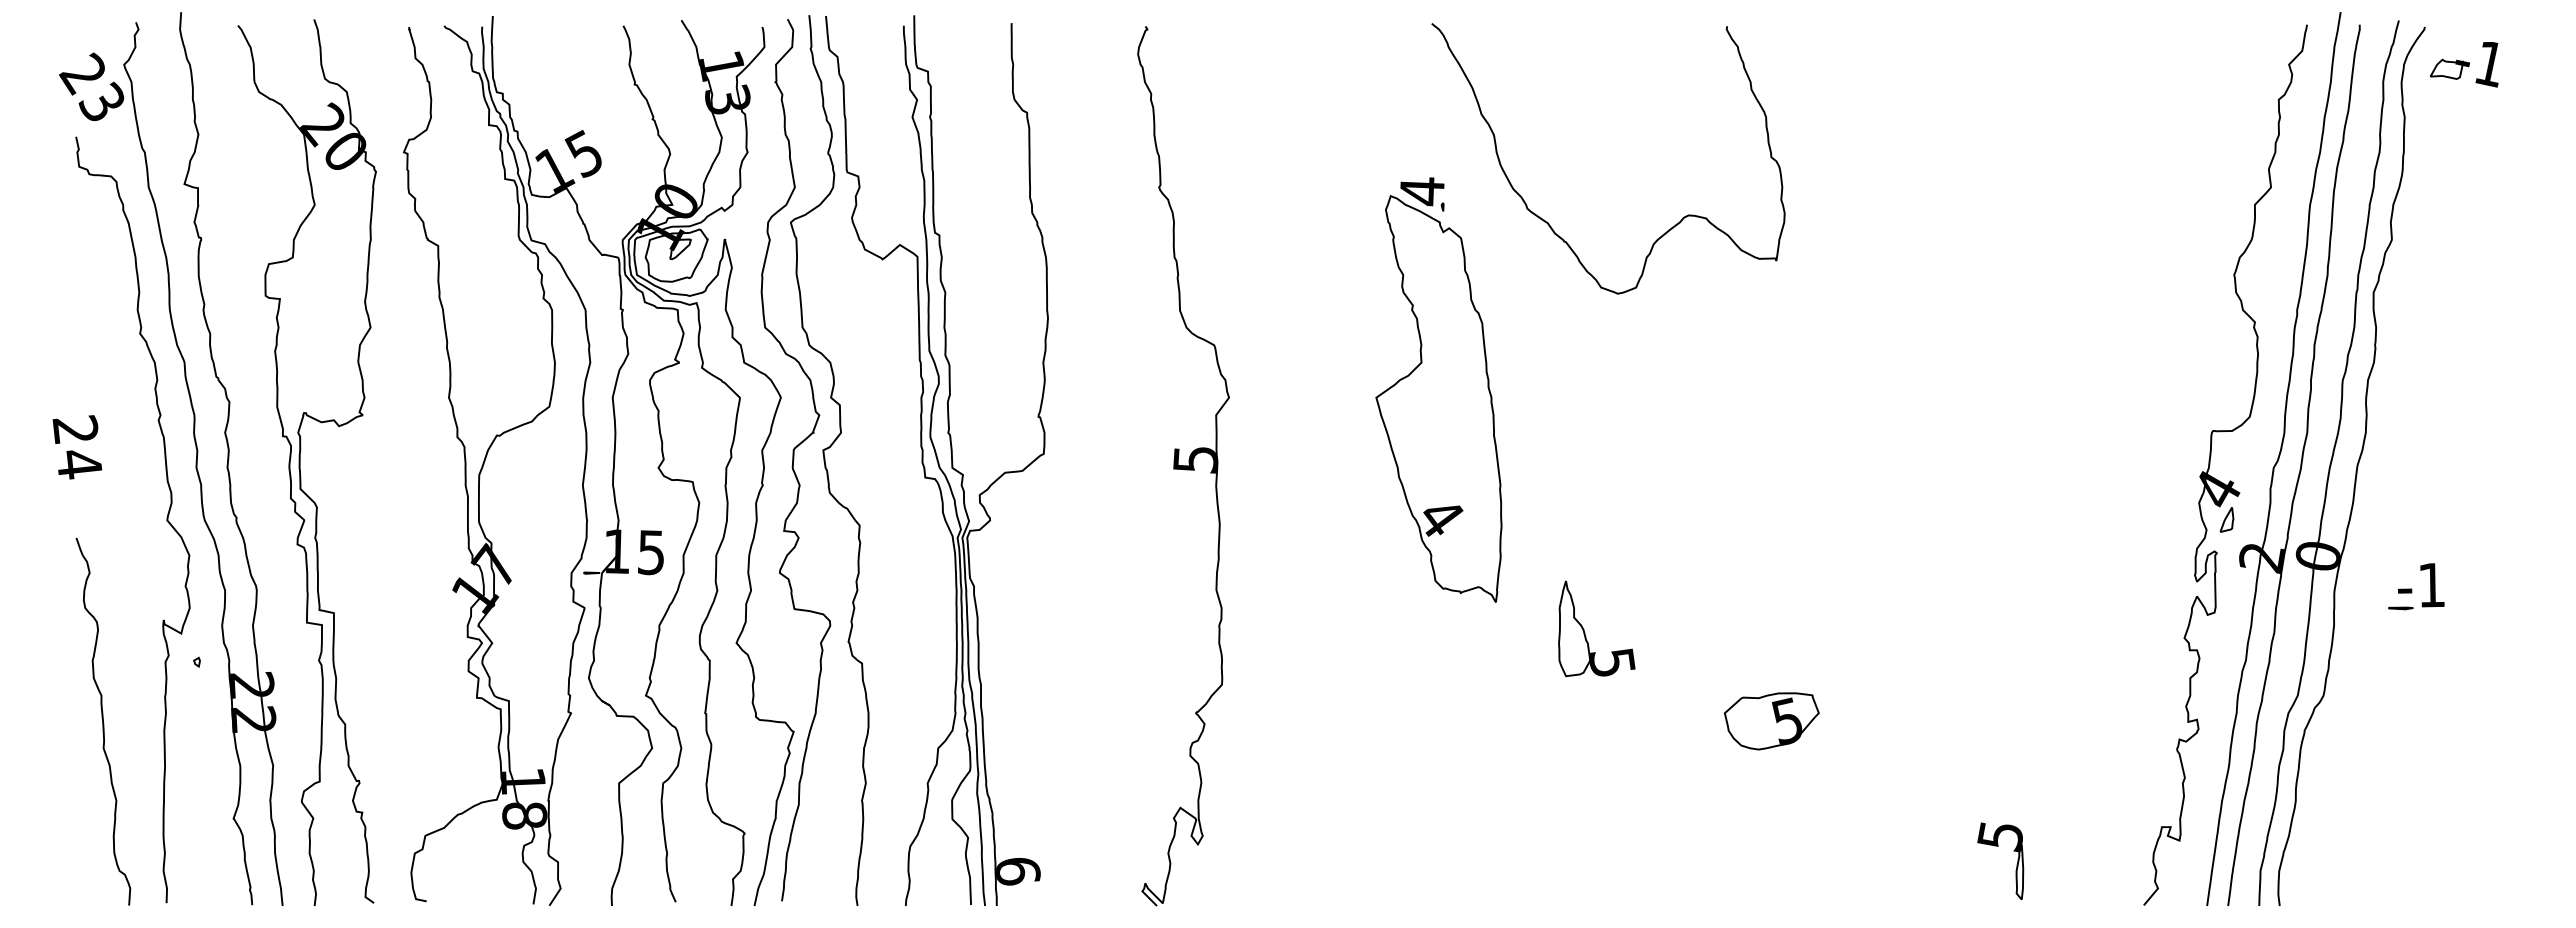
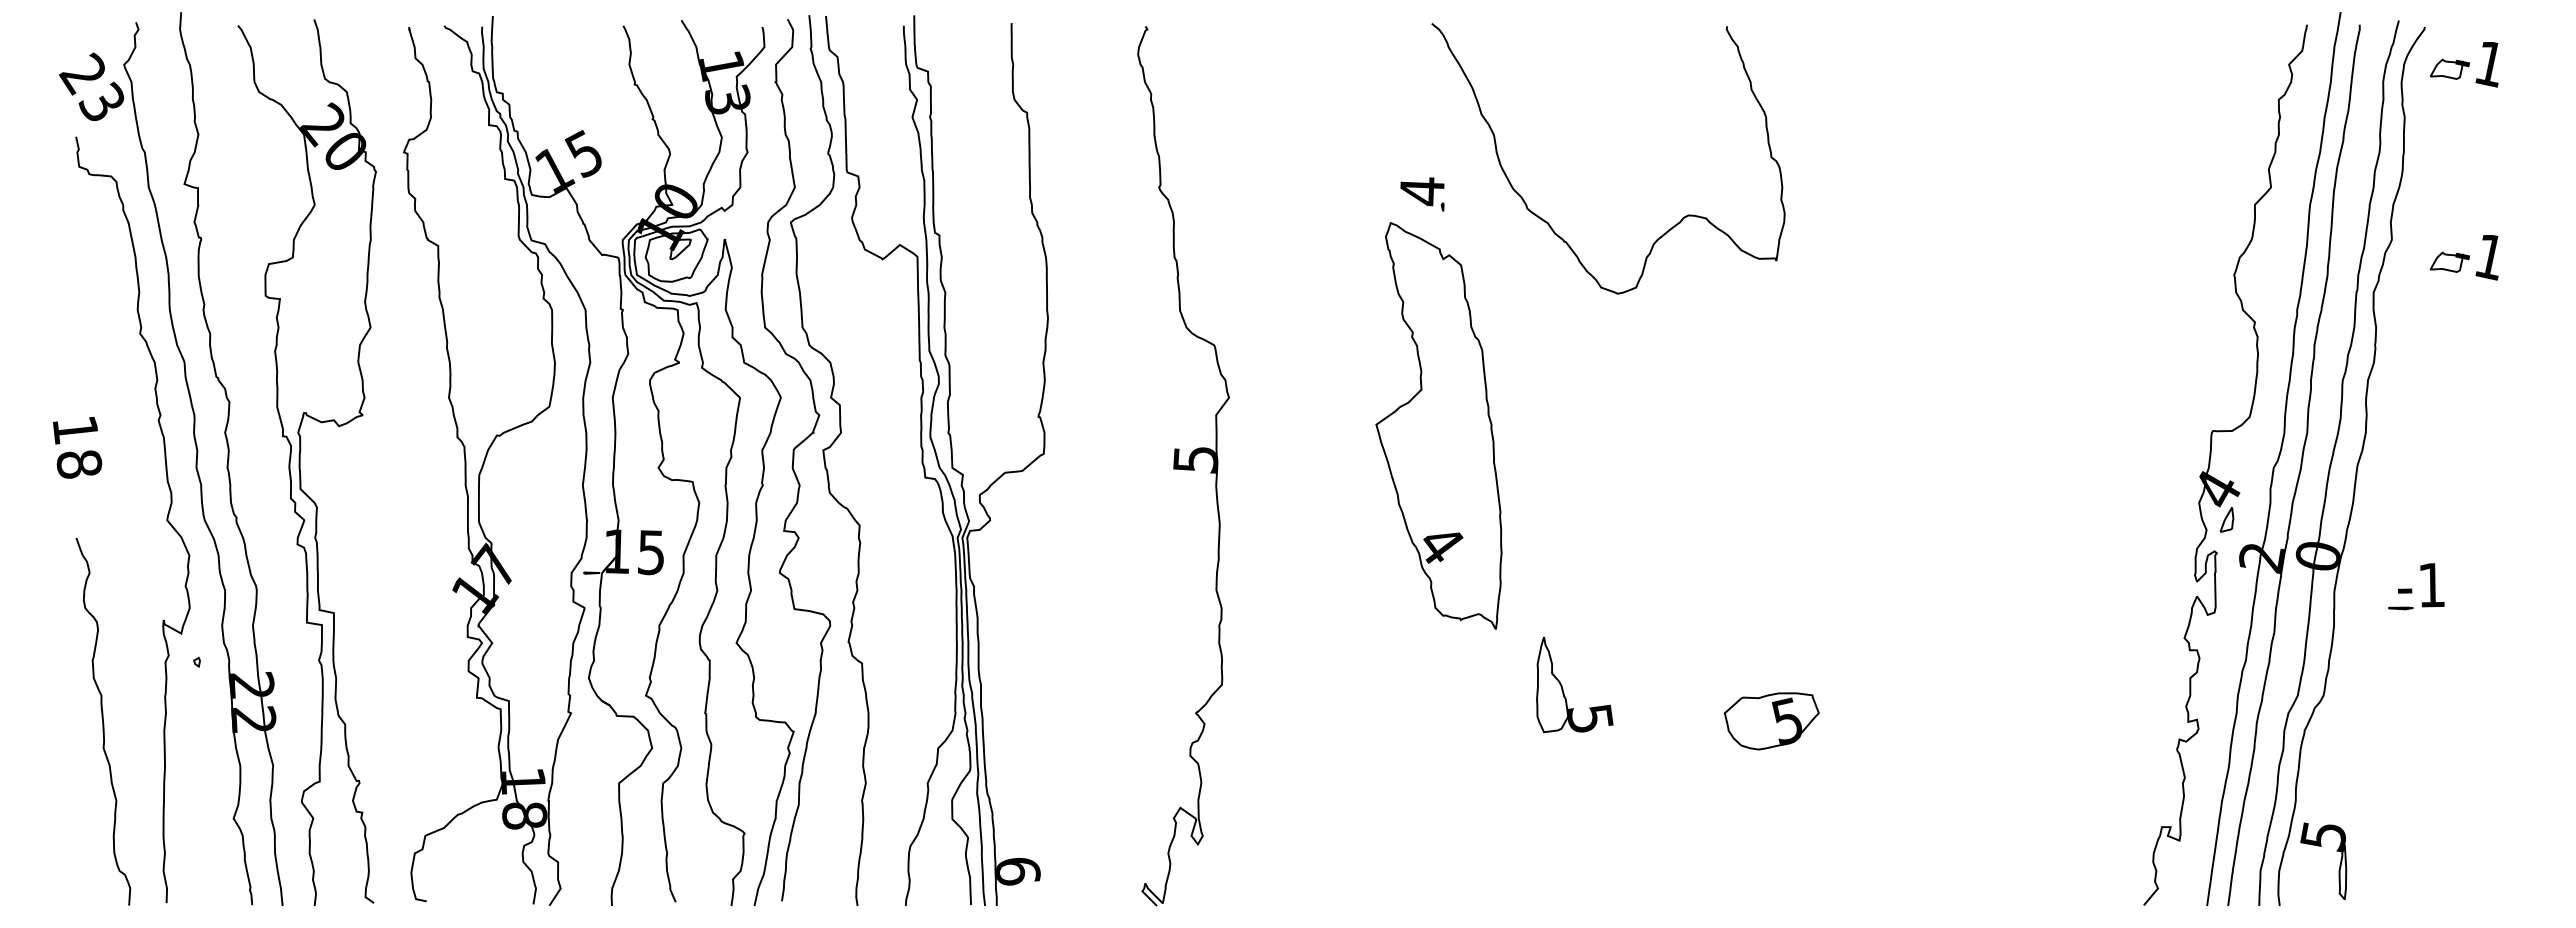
part at (2464, 257): none -> present
part at (1438, 398) position: (1438, 398) -> (1438, 425)
text at (77, 447): 24 -> 18
part at (1585, 632) position: (1585, 632) -> (1563, 688)
part at (1998, 846) position: (1998, 846) -> (2321, 846)
